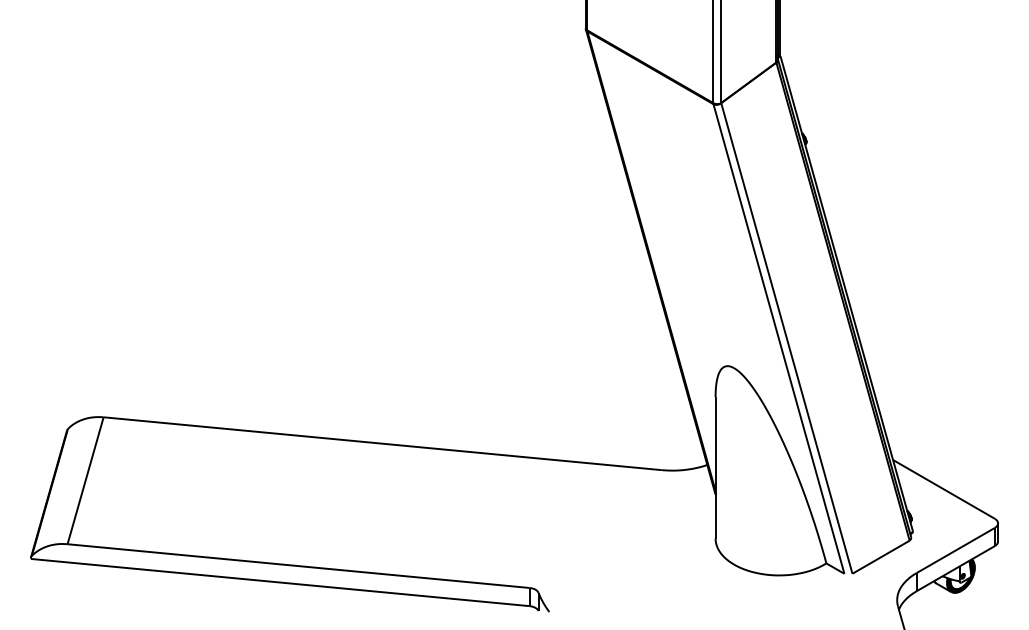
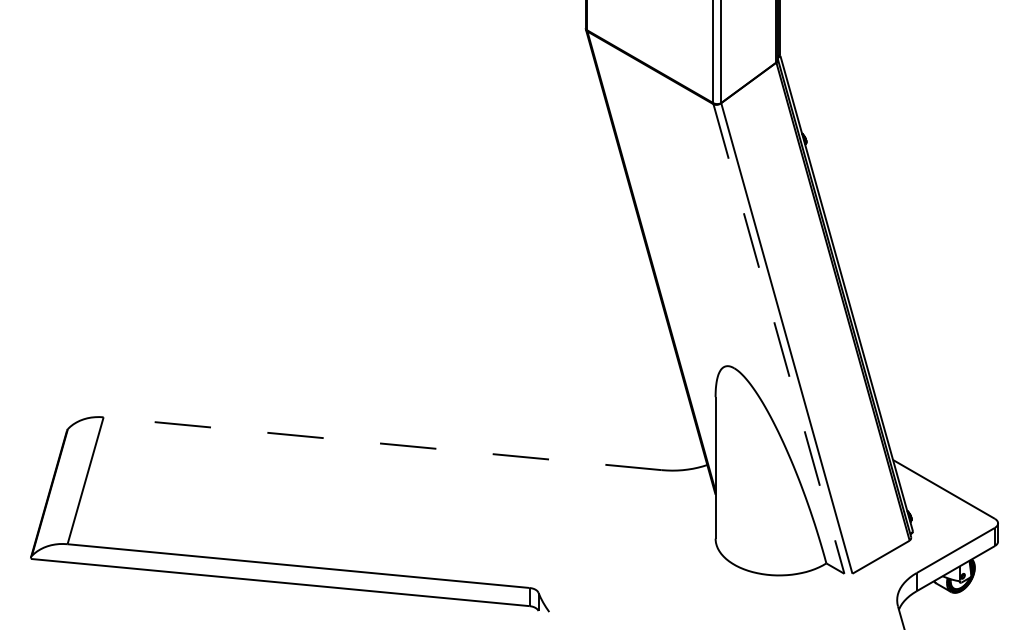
line at (778, 339): solid -> dashed
line at (382, 443): solid -> dashed
